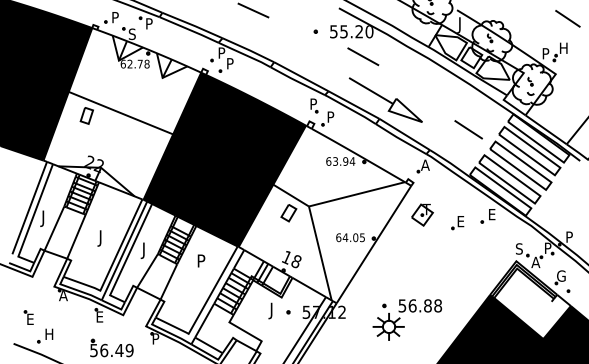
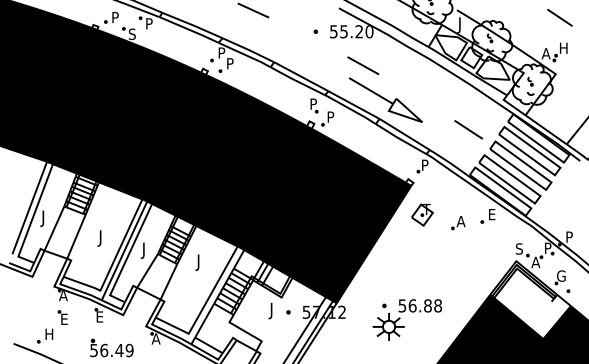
line at (567, 18) position: (567, 18) -> (559, 17)
text at (545, 53): P -> A
line at (363, 56) position: (363, 56) -> (363, 65)
fill at (122, 113): none -> present
text at (425, 164): A -> P
fill at (324, 214): none -> present
text at (460, 221): E -> A
text at (200, 262): P -> J
part at (28, 317) position: (28, 317) -> (62, 317)
text at (155, 338): P -> A
